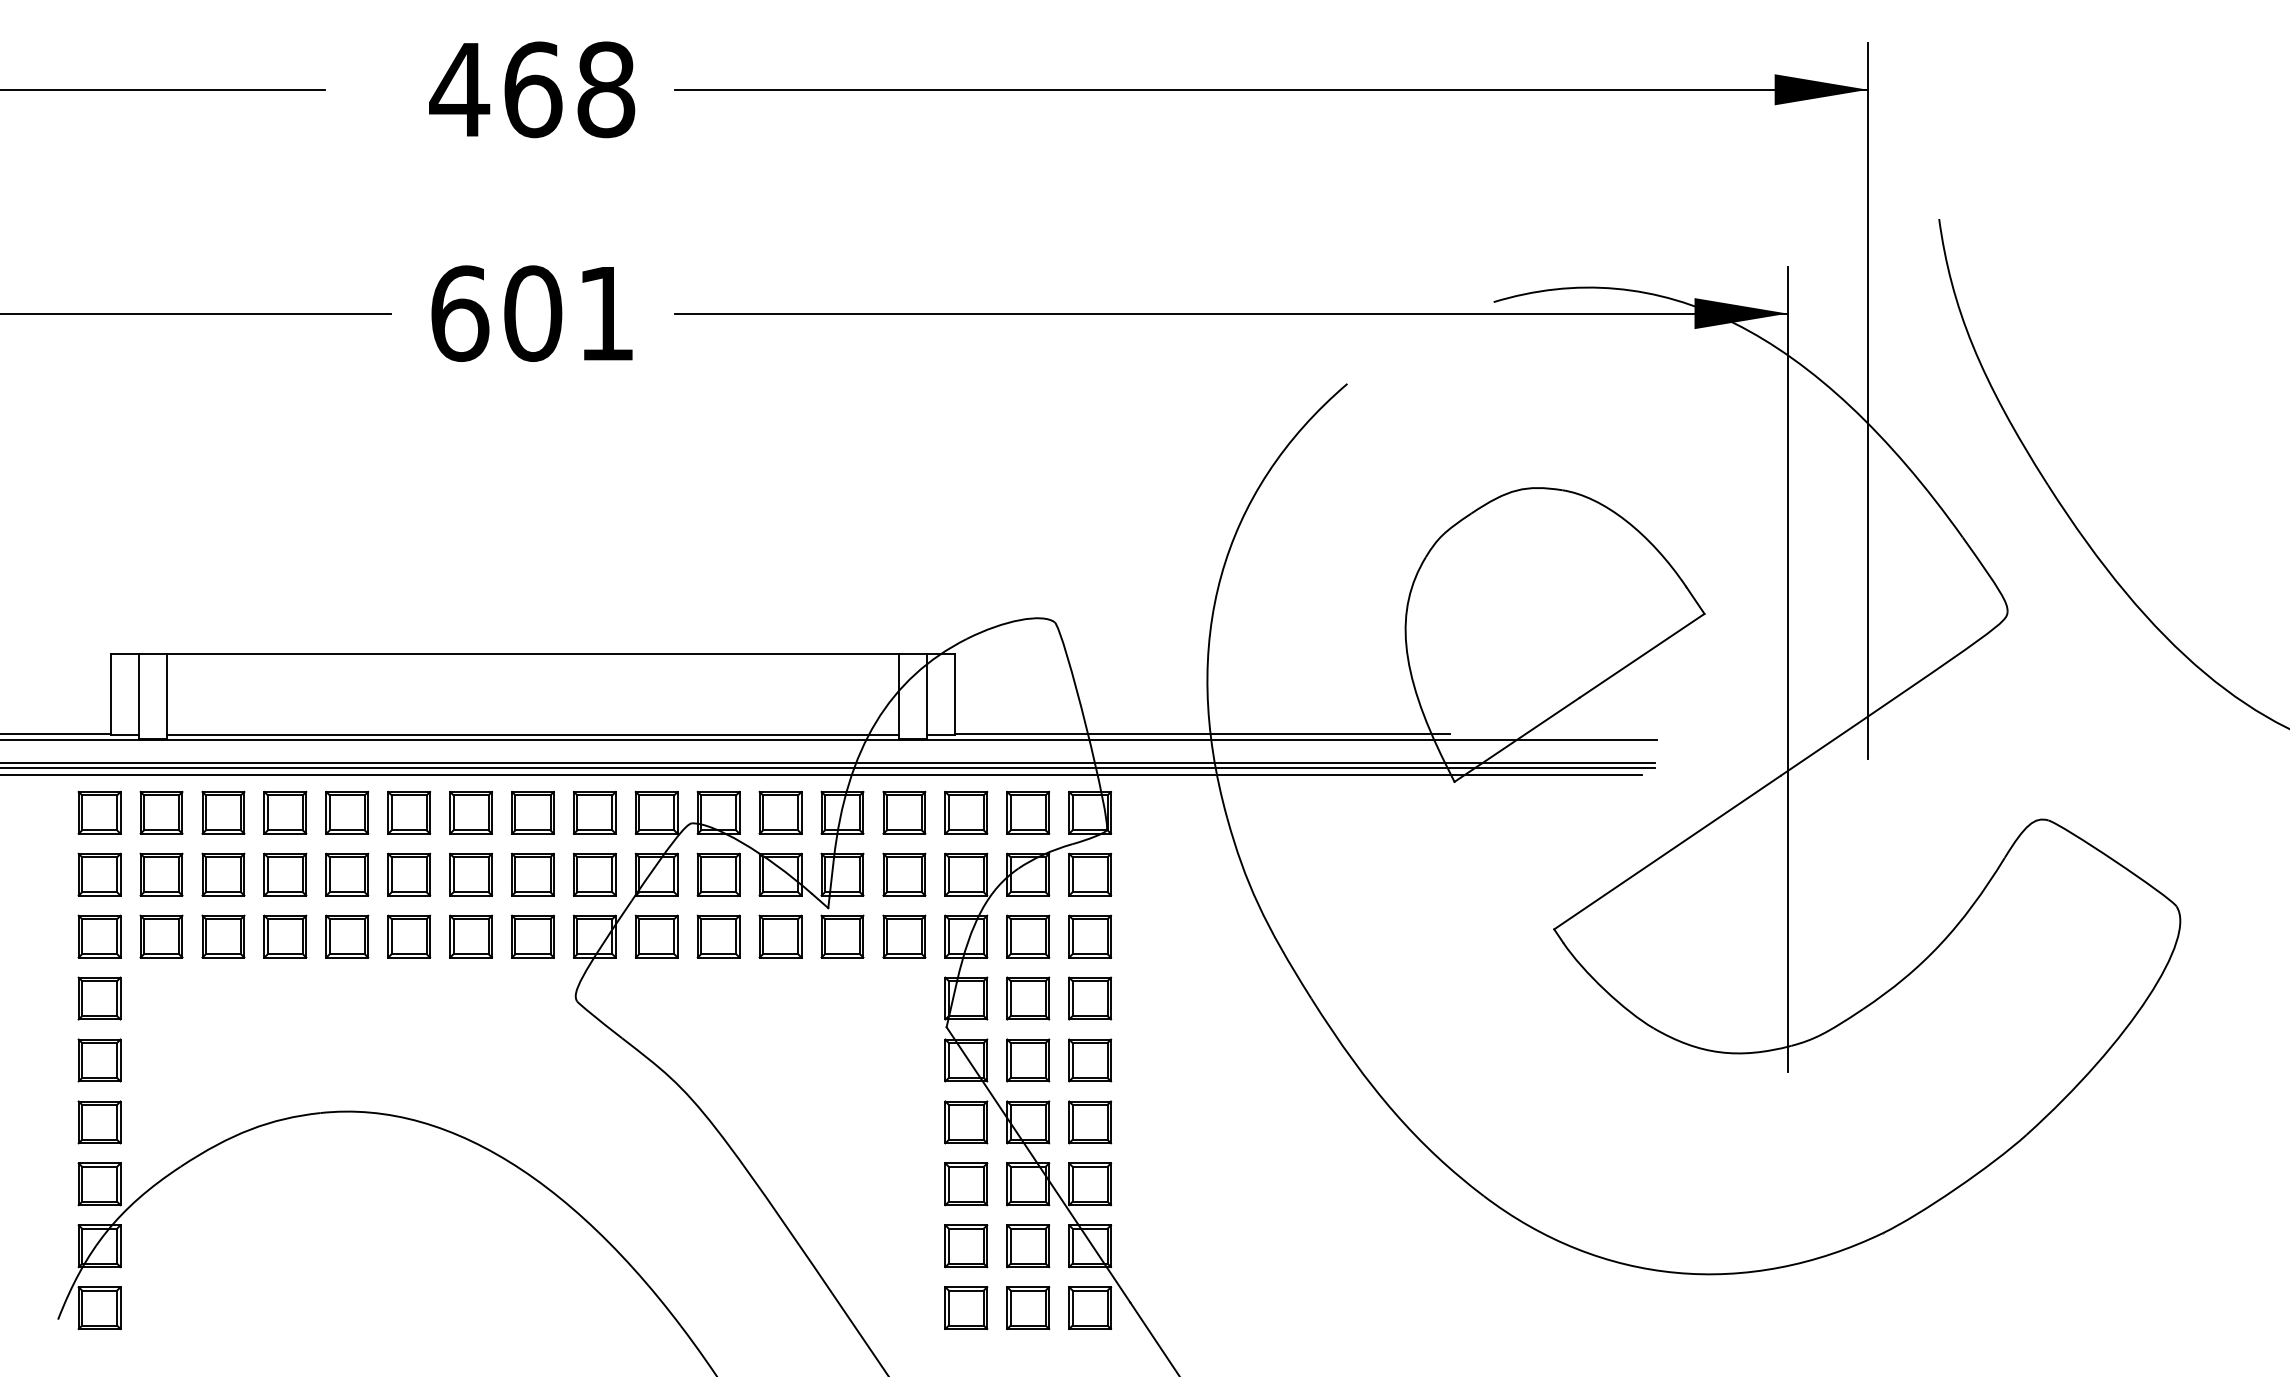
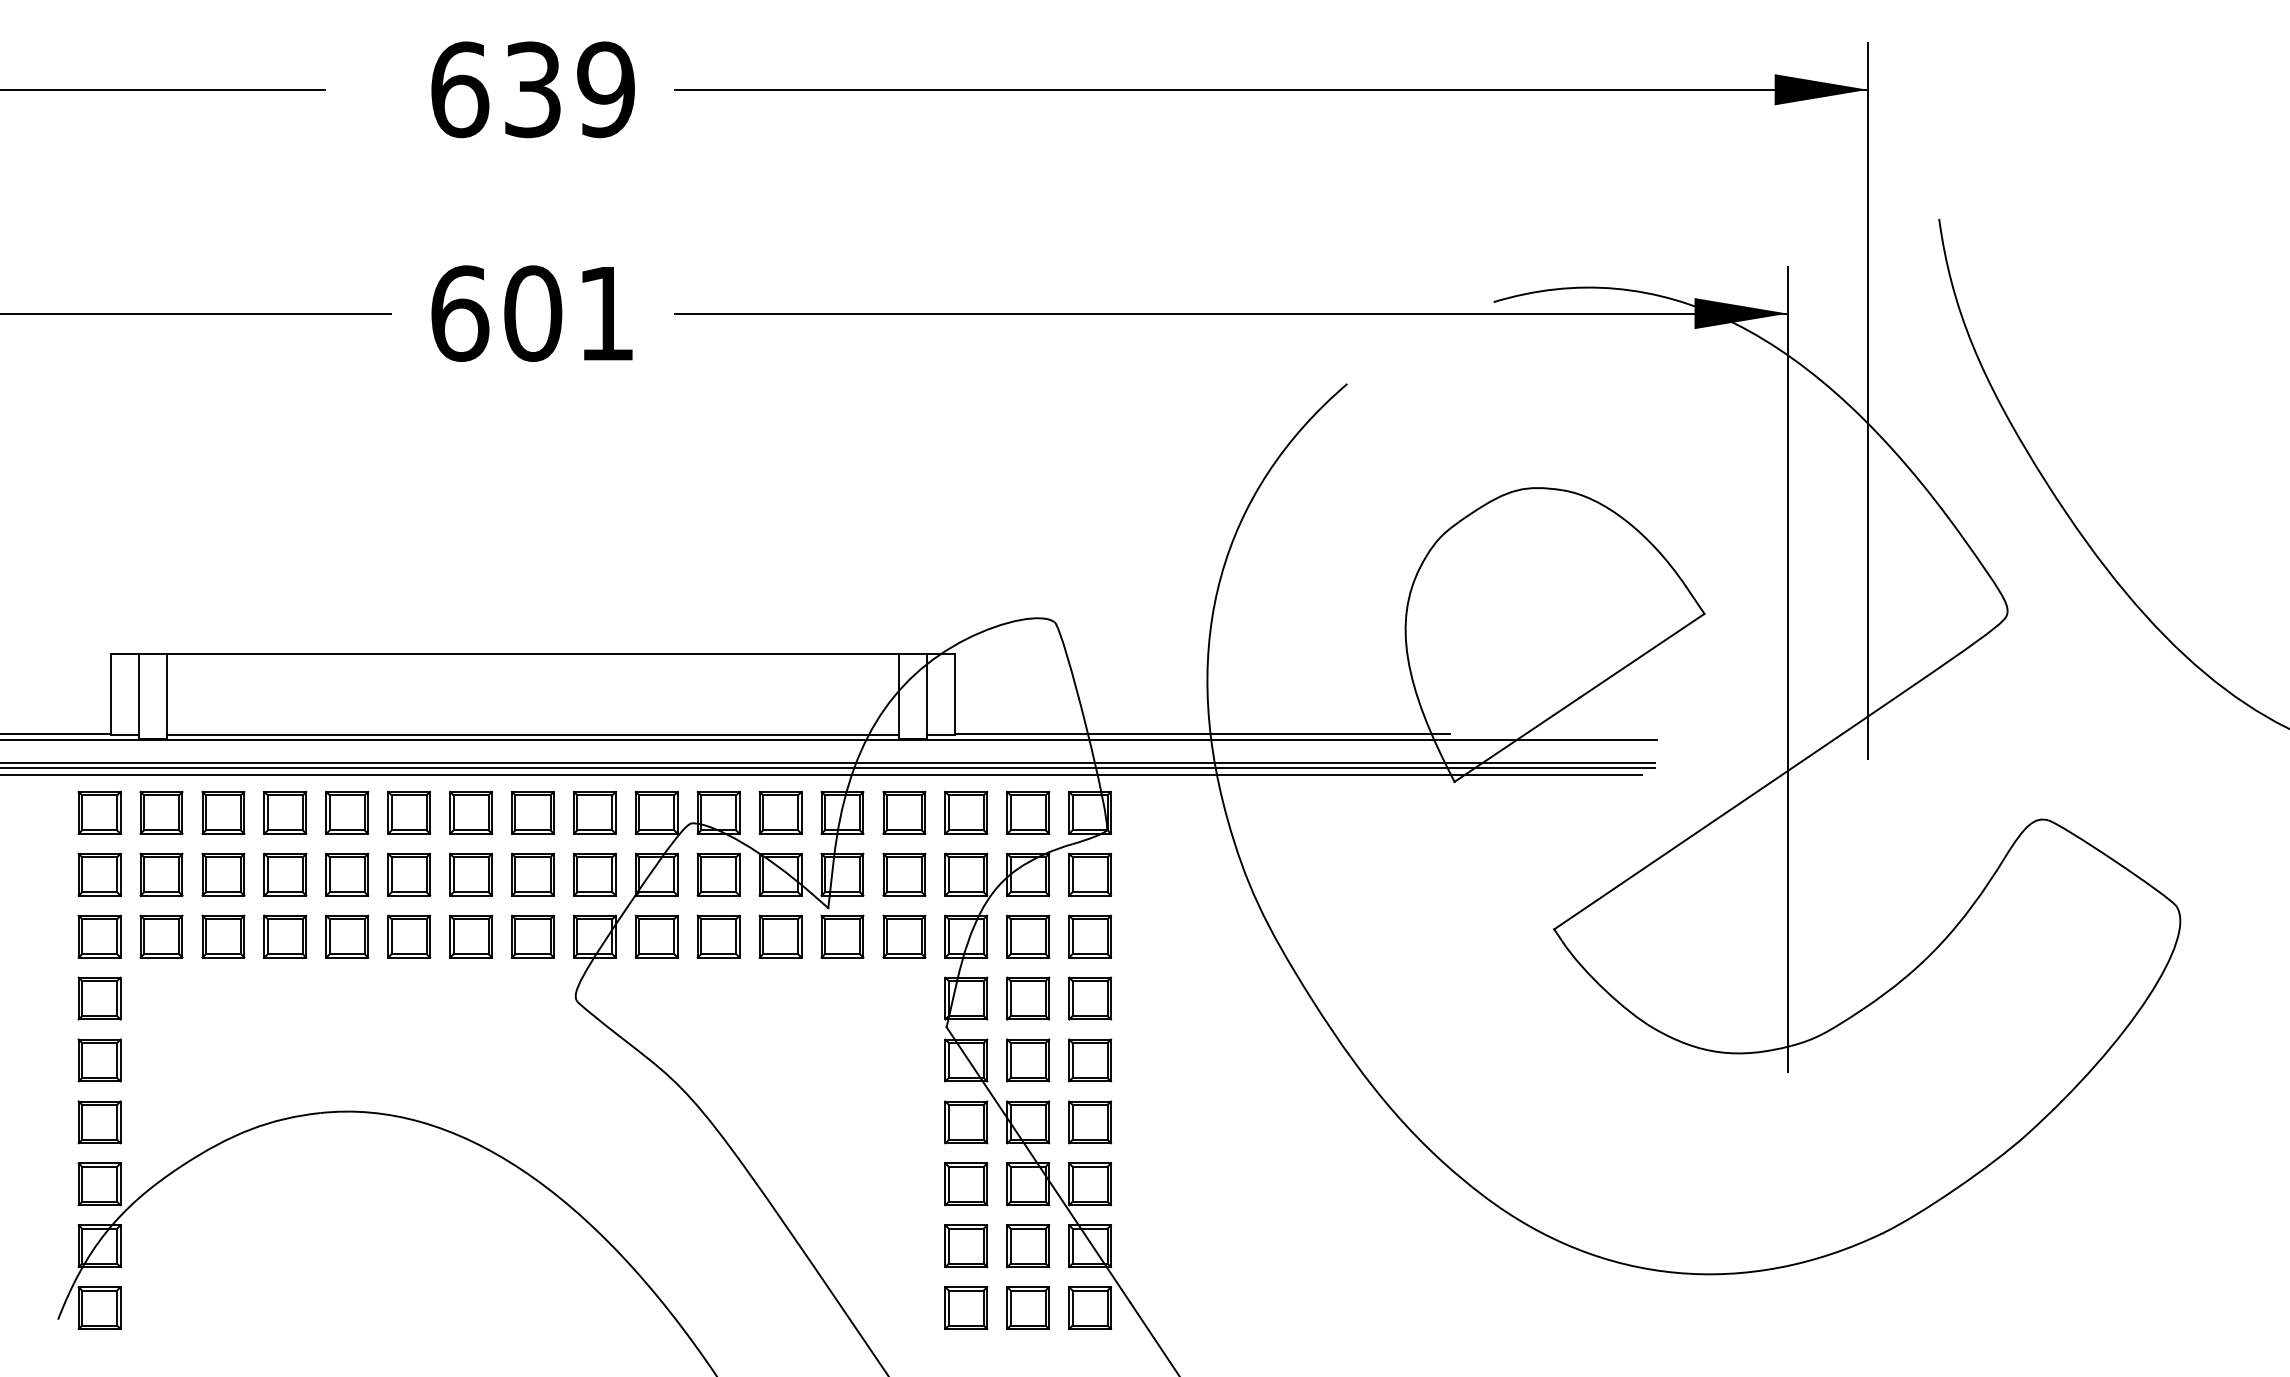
text at (532, 89): 468 -> 639
